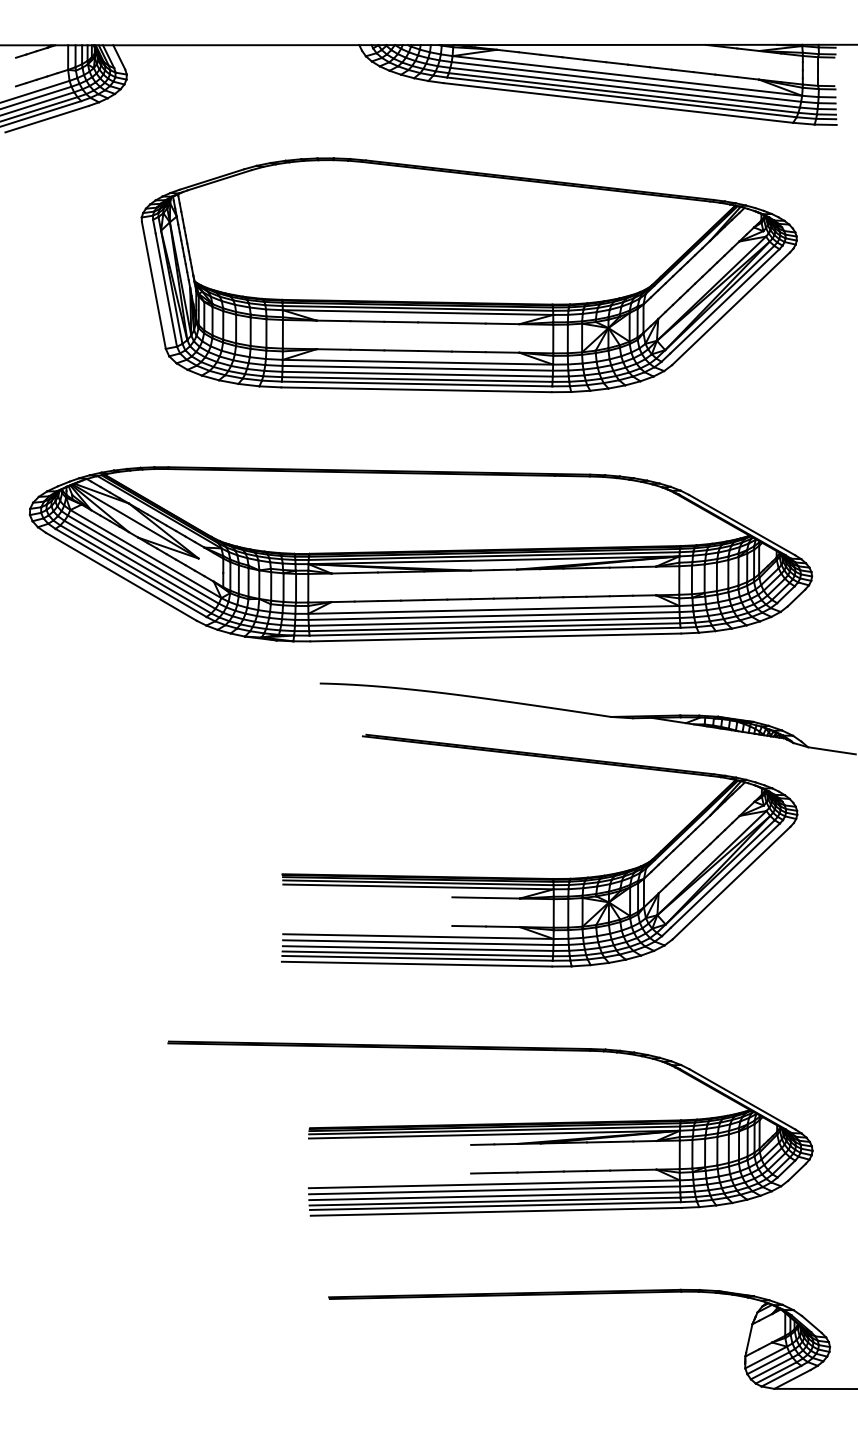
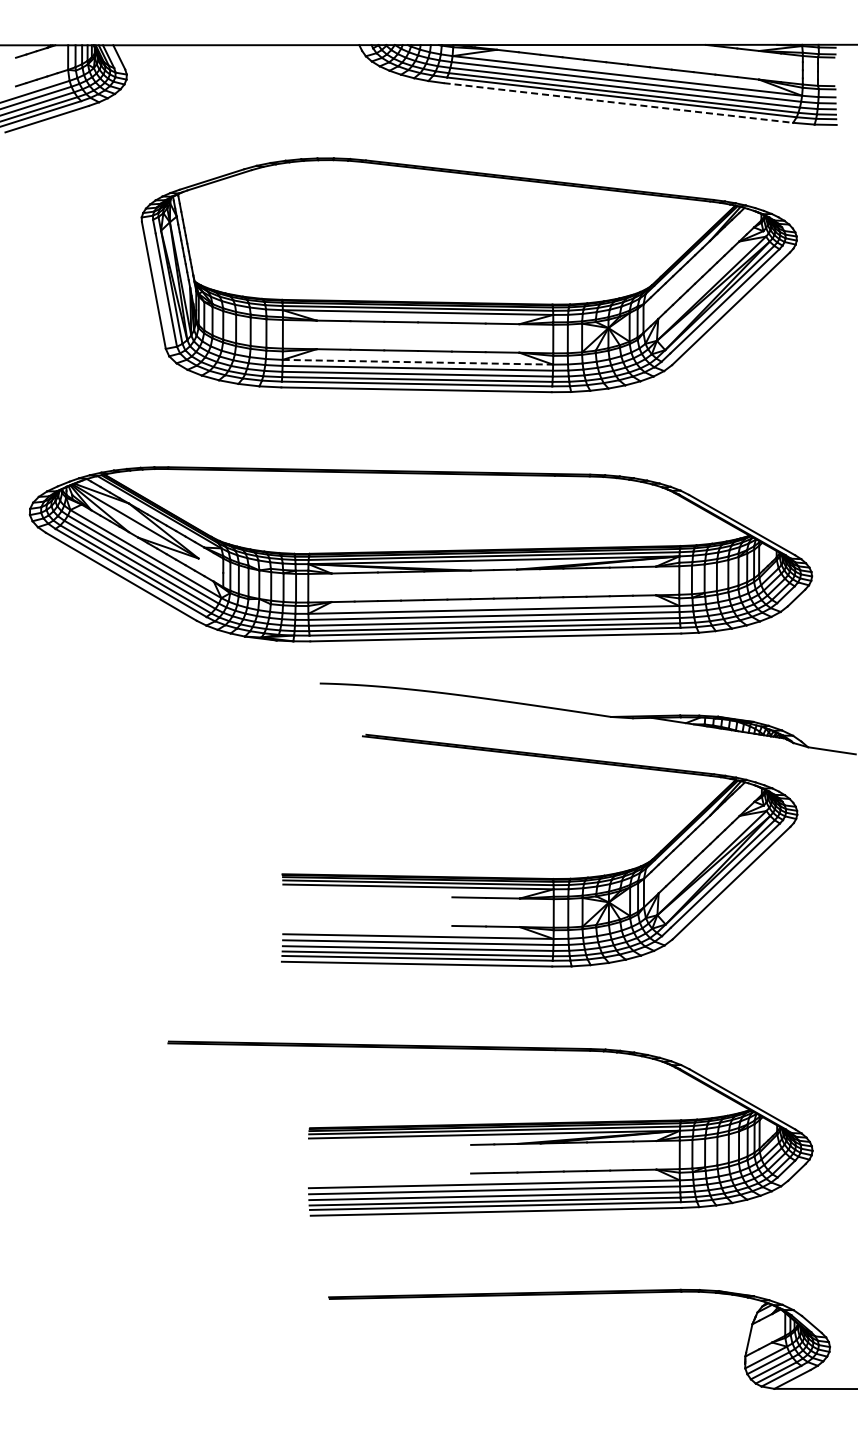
line at (618, 102): solid -> dashed
line at (418, 362): solid -> dashed
